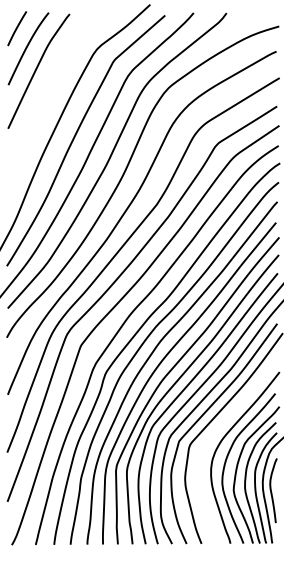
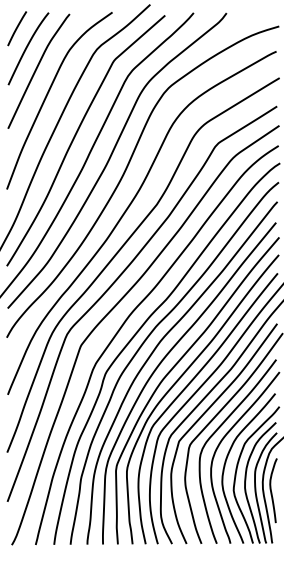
curve at (48, 94): none -> present
curve at (215, 433): none -> present
